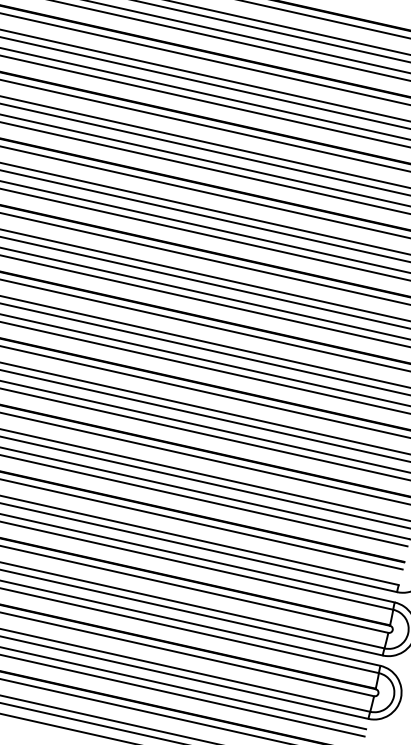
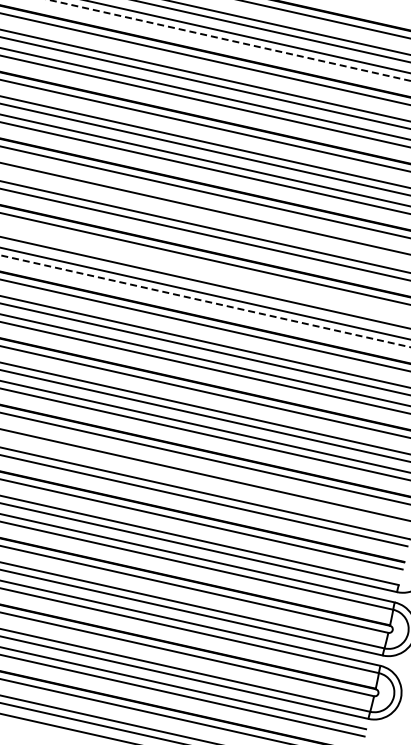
line at (229, 40): solid -> dashed
line at (204, 215): present -> none
line at (204, 274): present -> none
line at (205, 301): solid -> dashed
line at (204, 482): present -> none
